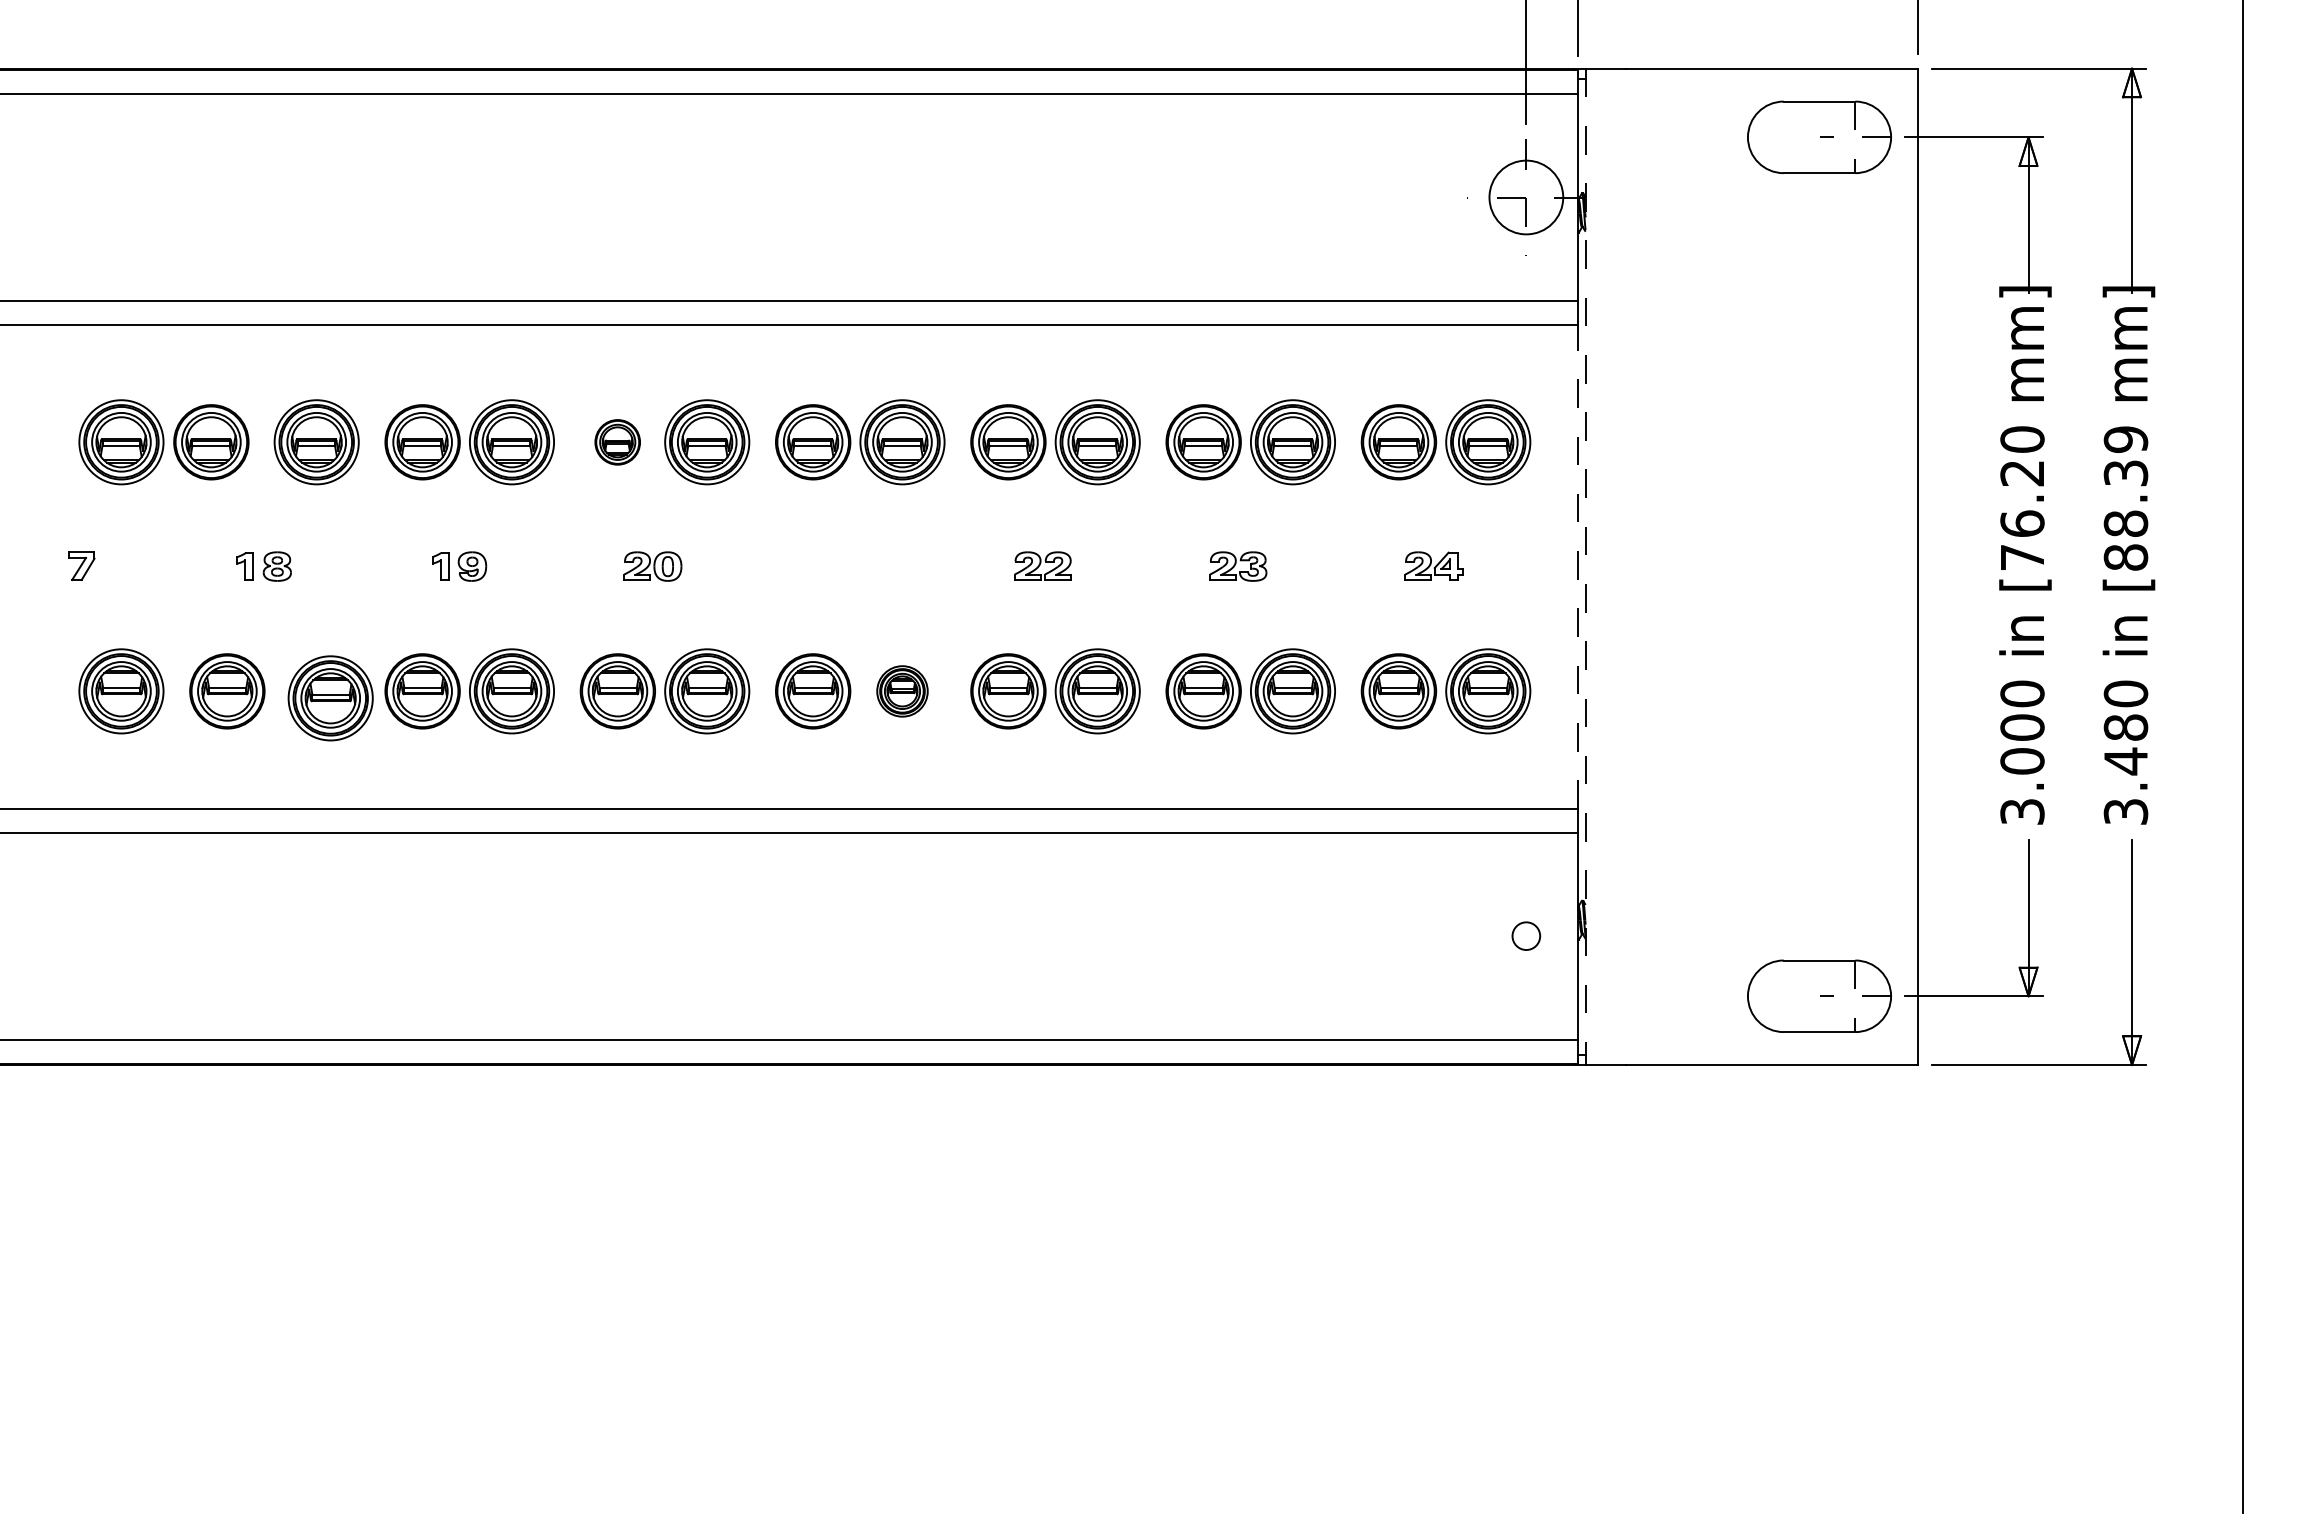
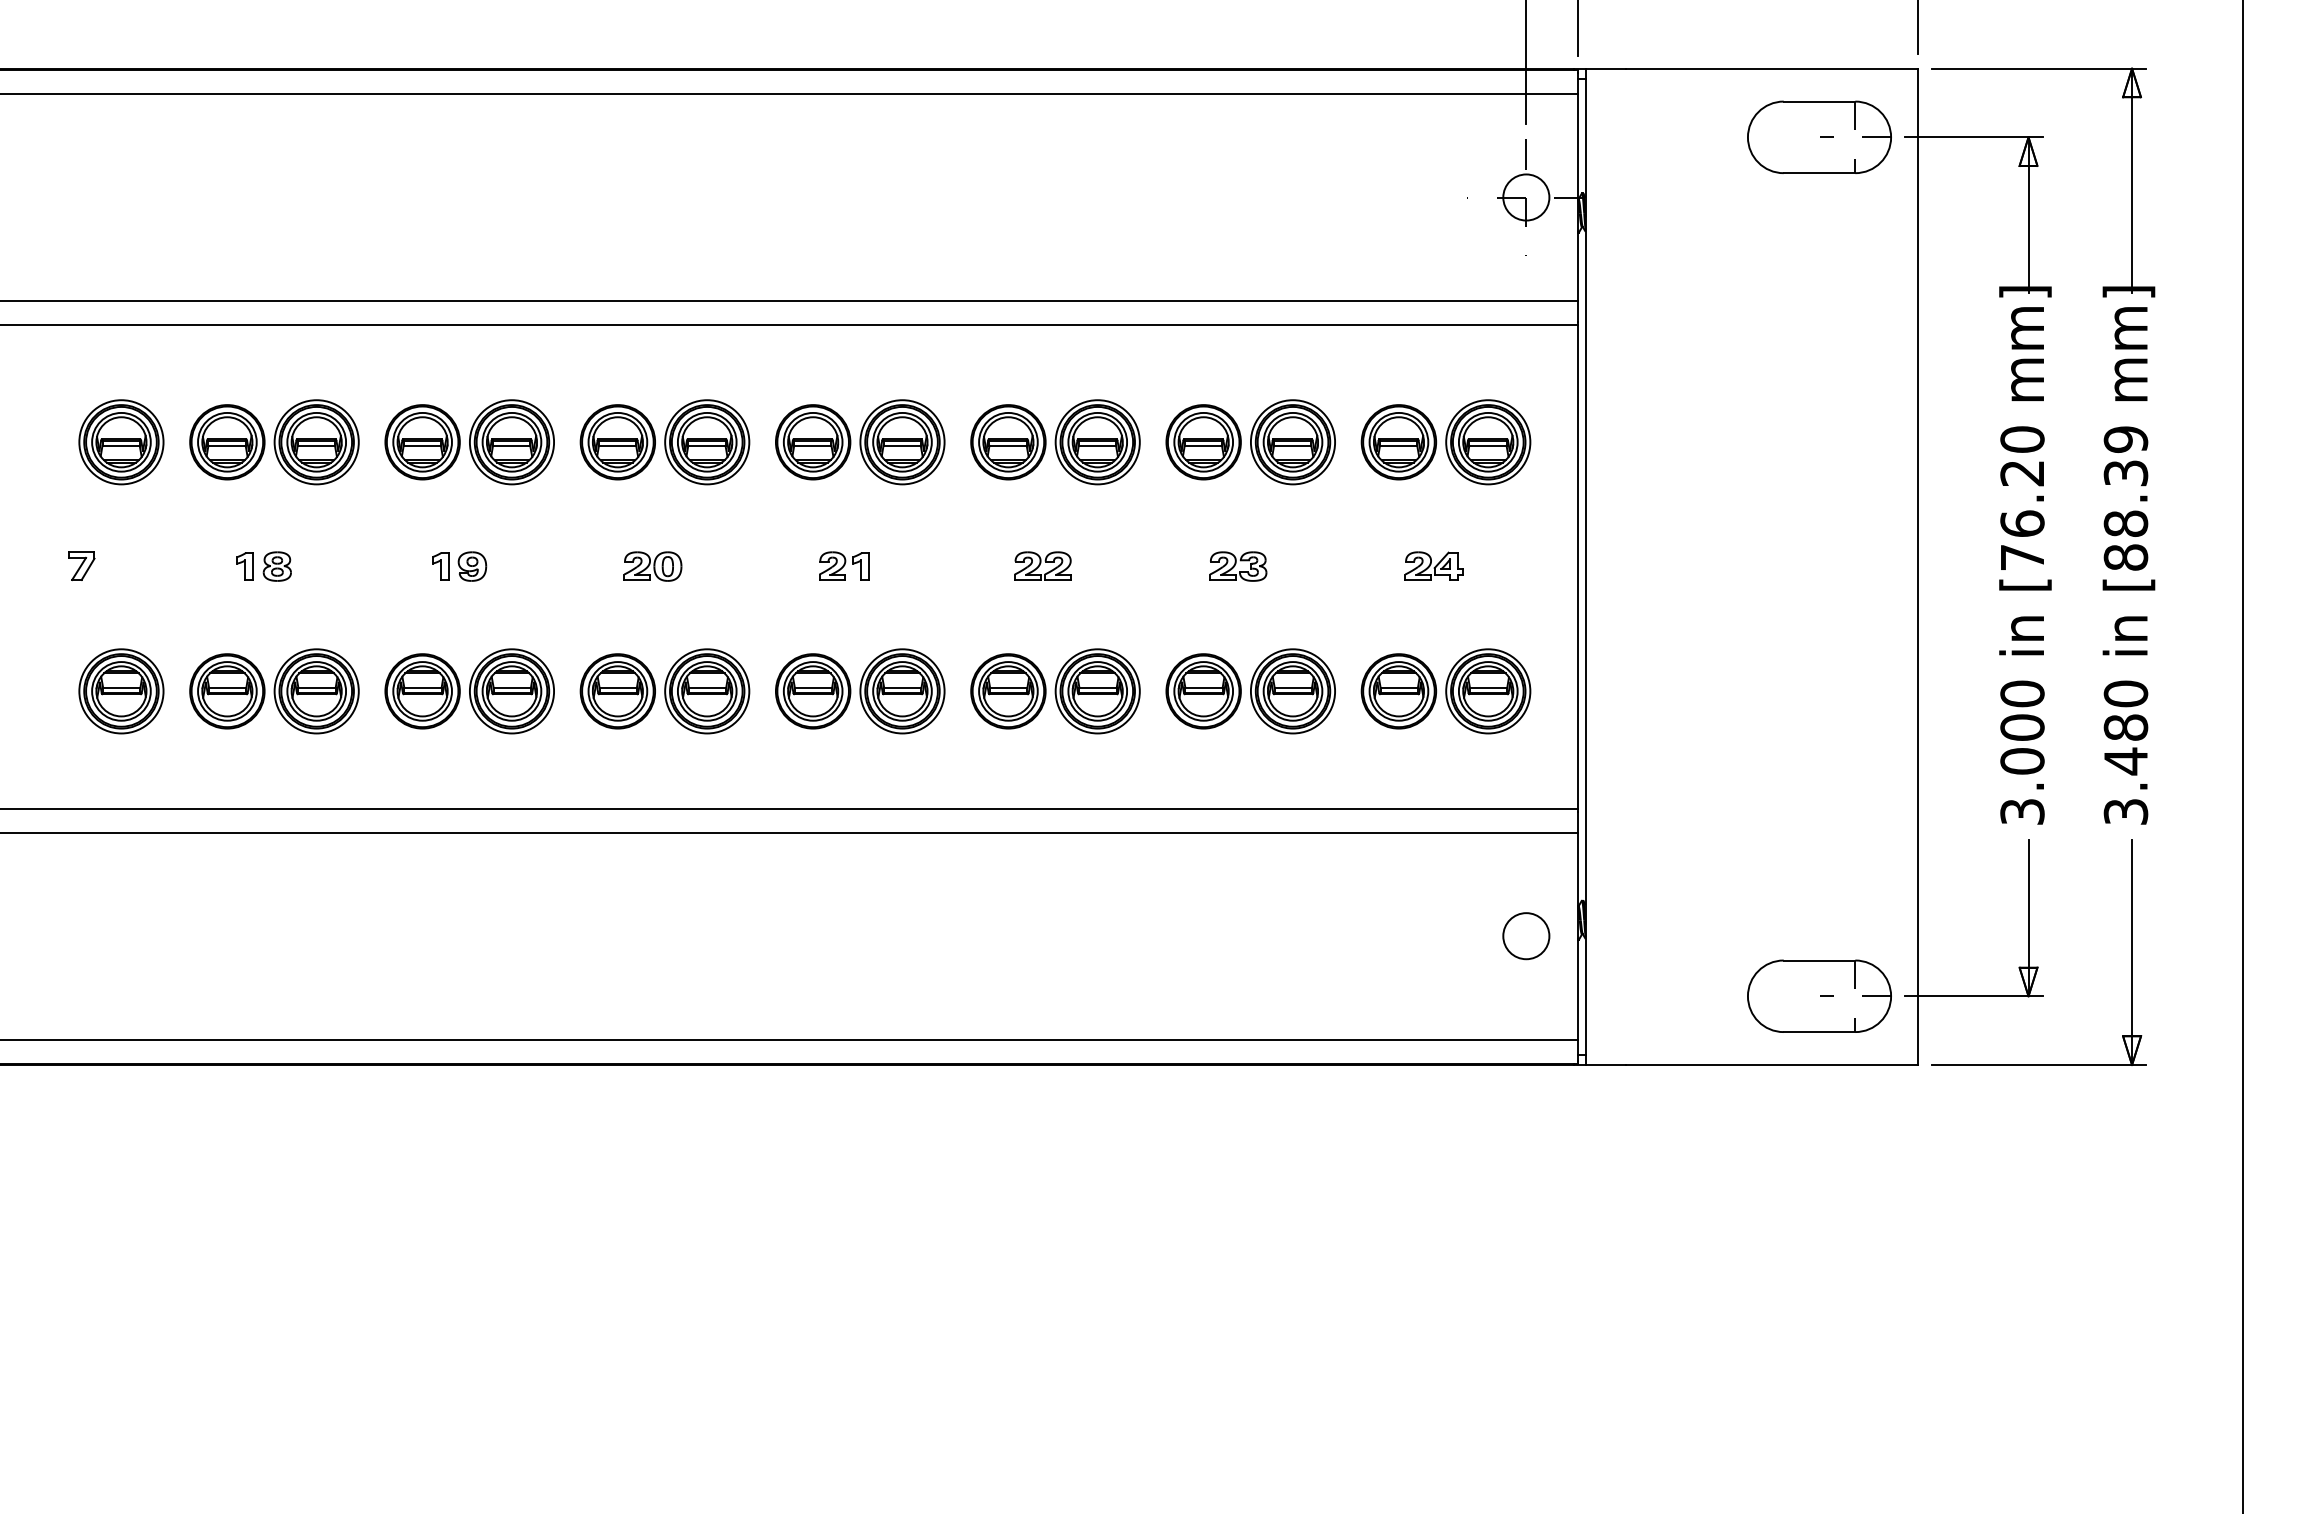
circle at (1526, 197) diameter: 74 px -> 46 px
part at (211, 442) position: (211, 442) -> (227, 442)
part at (617, 442) size: 47x47 px -> 77x77 px
part at (844, 565): none -> present
line at (1577, 566): dashed -> solid
line at (1585, 567): dashed -> solid
part at (902, 691) size: 53x53 px -> 87x87 px
part at (330, 698) position: (330, 698) -> (316, 691)
circle at (1526, 936) diameter: 28 px -> 46 px
